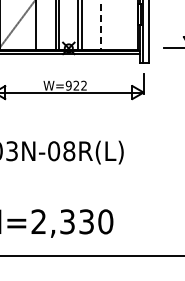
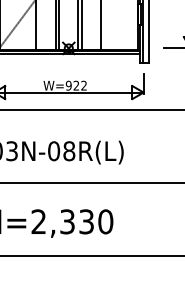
line at (101, 25): dashed -> solid
line at (91, 110): none -> present
line at (91, 183): none -> present
